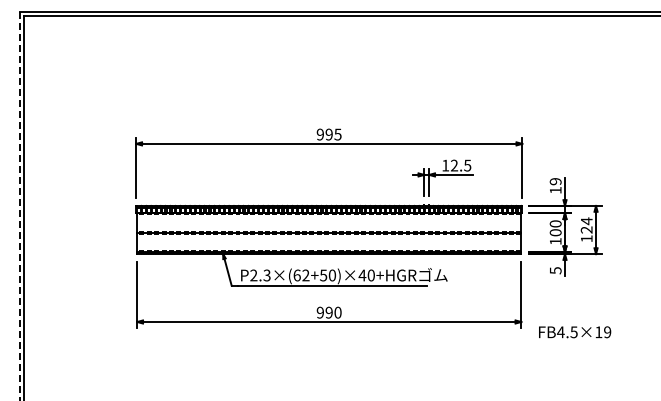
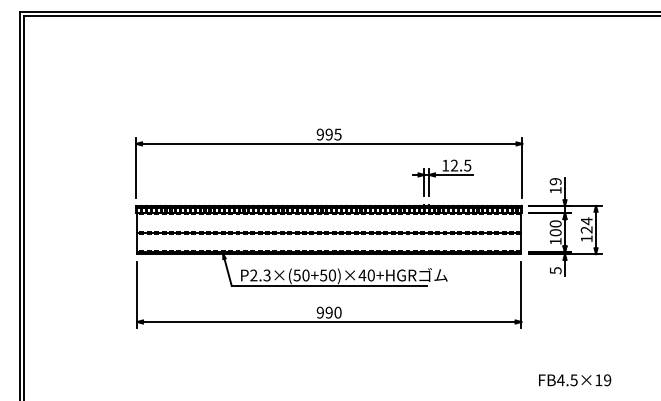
line at (19, 205): dashed -> solid
text at (301, 275): P2.3×(62+50)×40+HGR -> P2.3×(50+50)×40+HGR
text at (575, 332) position: (575, 332) -> (575, 380)
